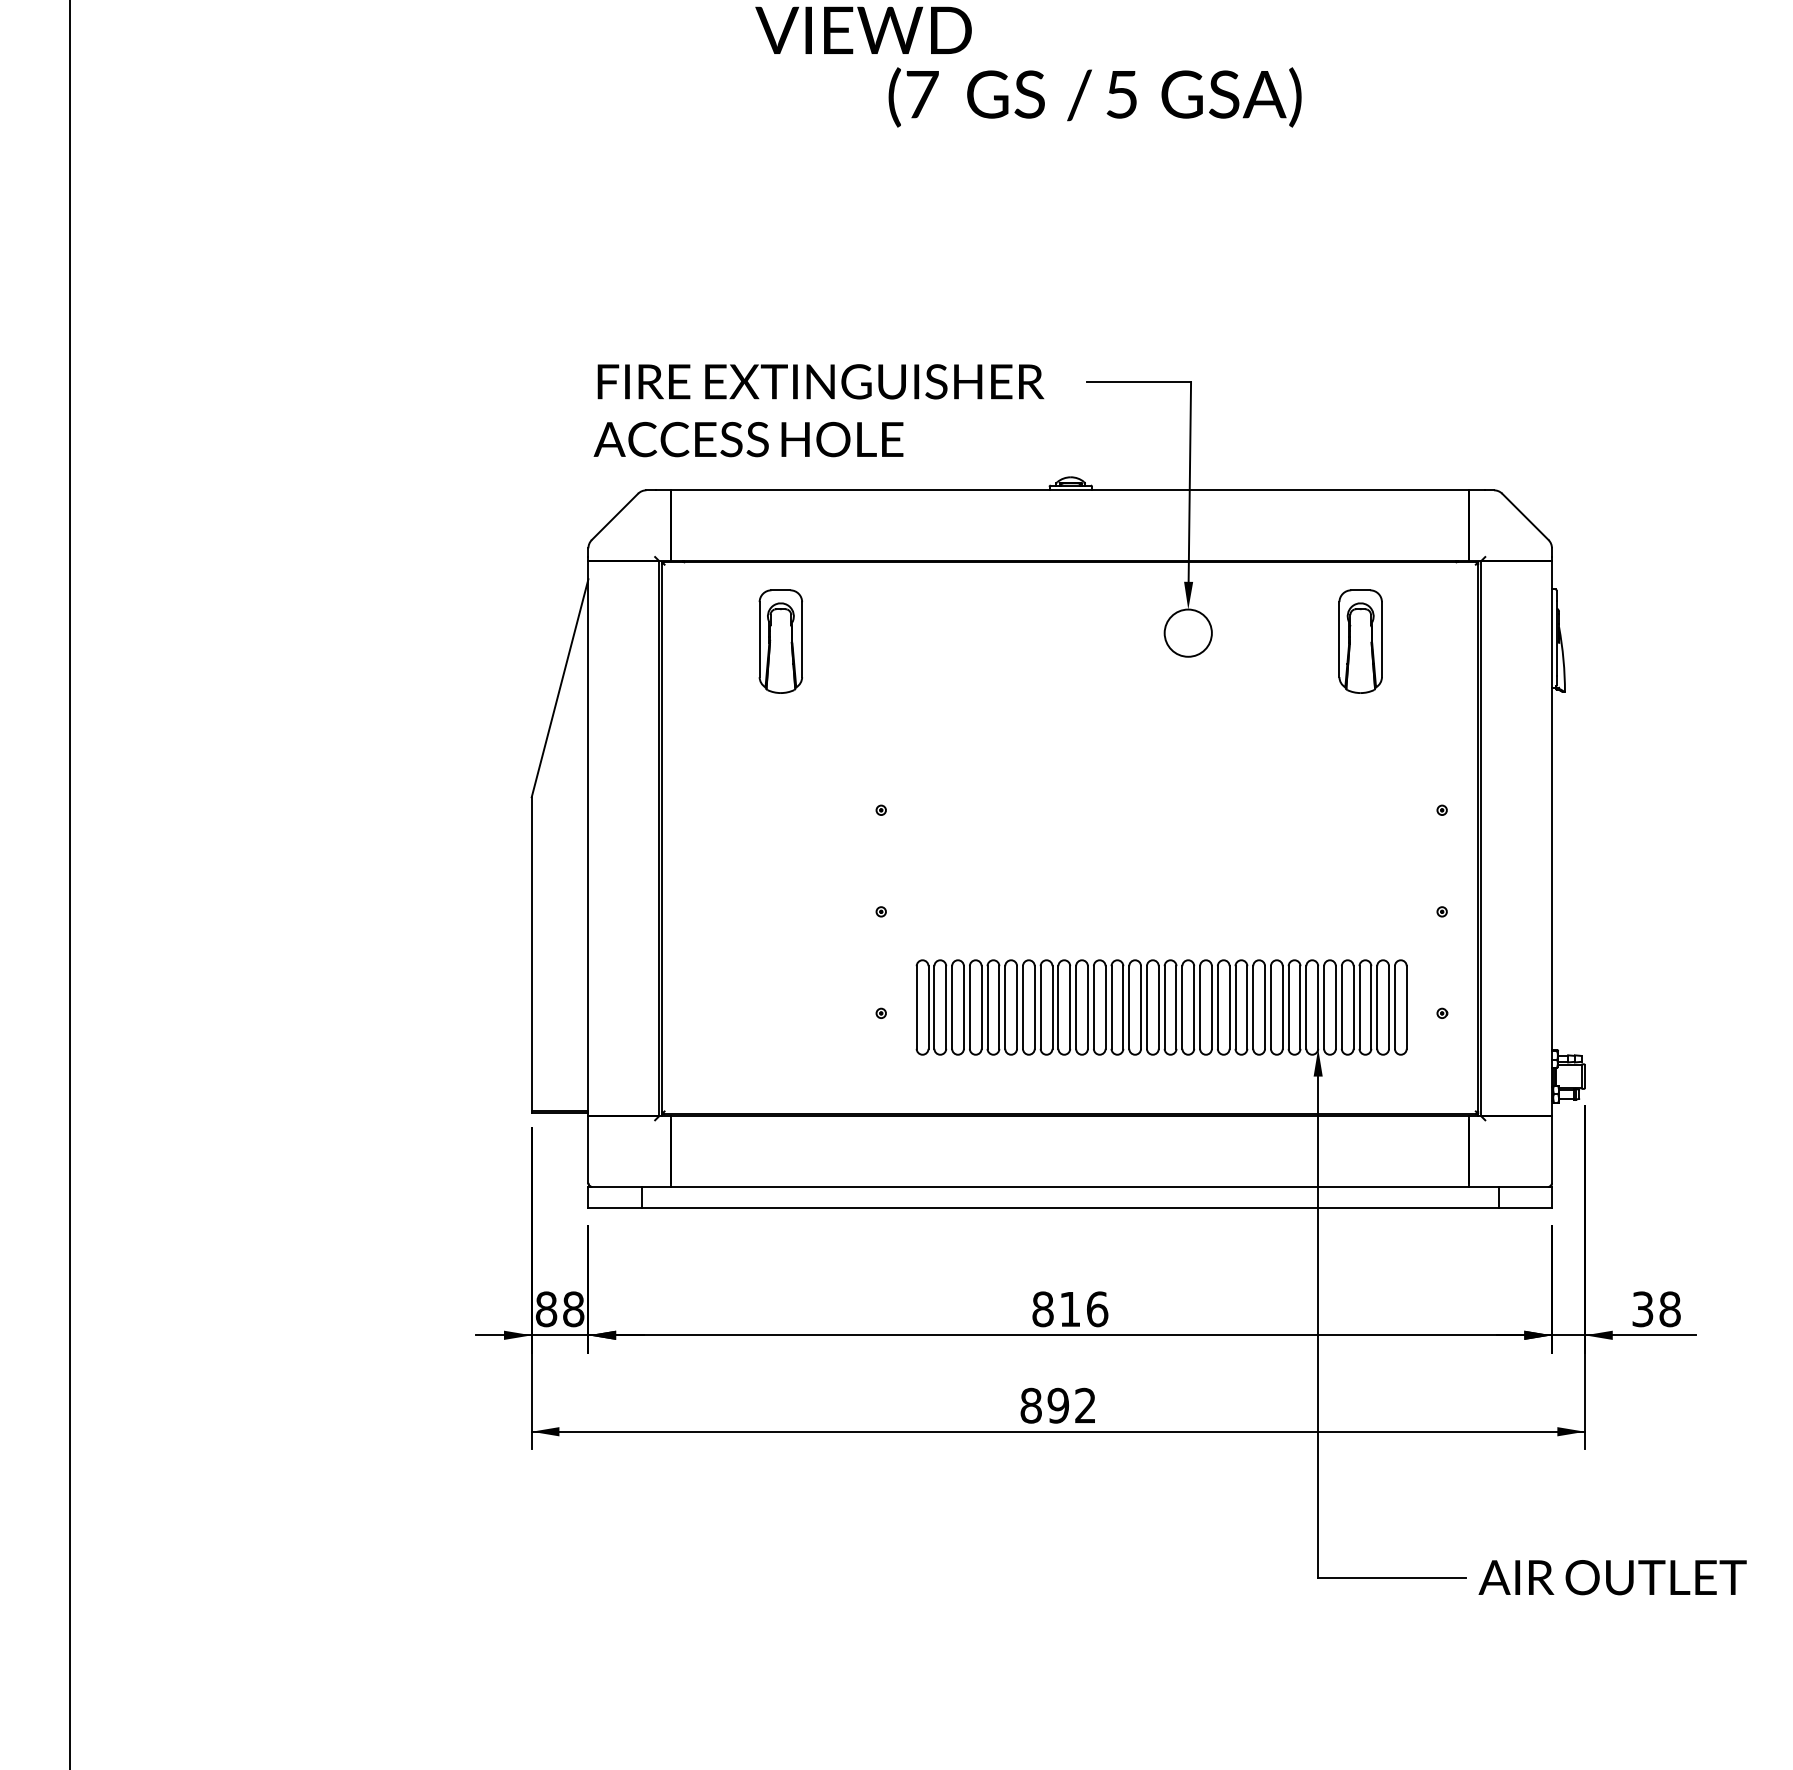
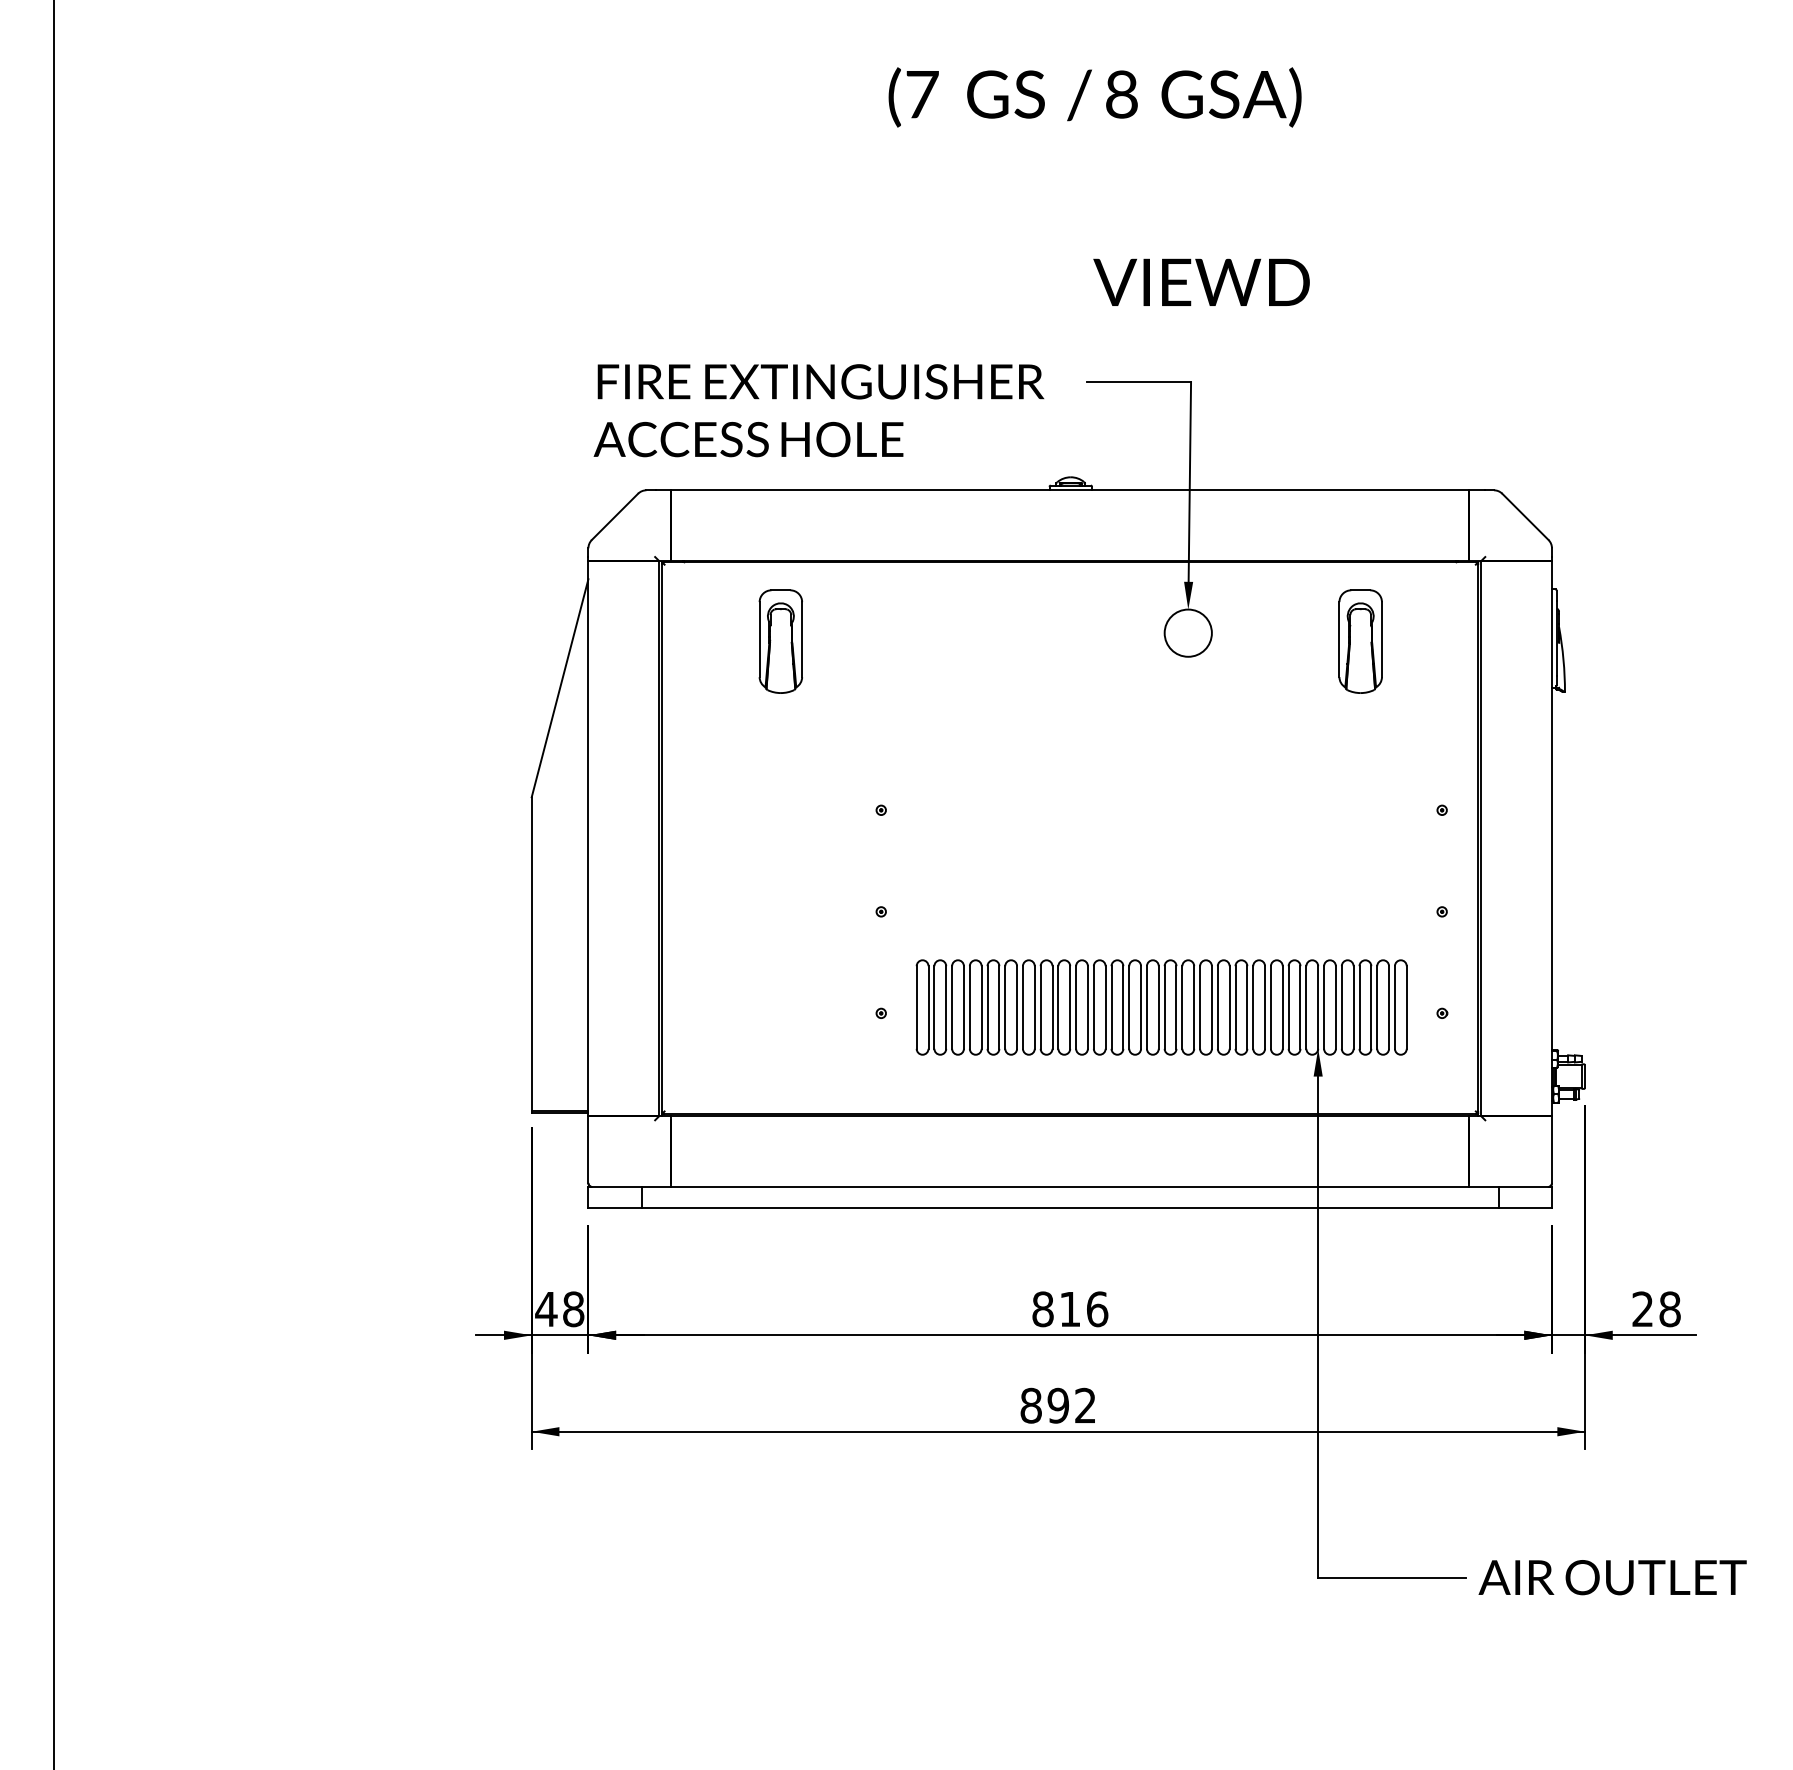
text at (863, 29) position: (863, 29) -> (1201, 281)
text at (1121, 94): 5 -> 8
line at (69, 884) position: (69, 884) -> (53, 884)
text at (546, 1309): 88 -> 48
text at (1642, 1309): 38 -> 28
